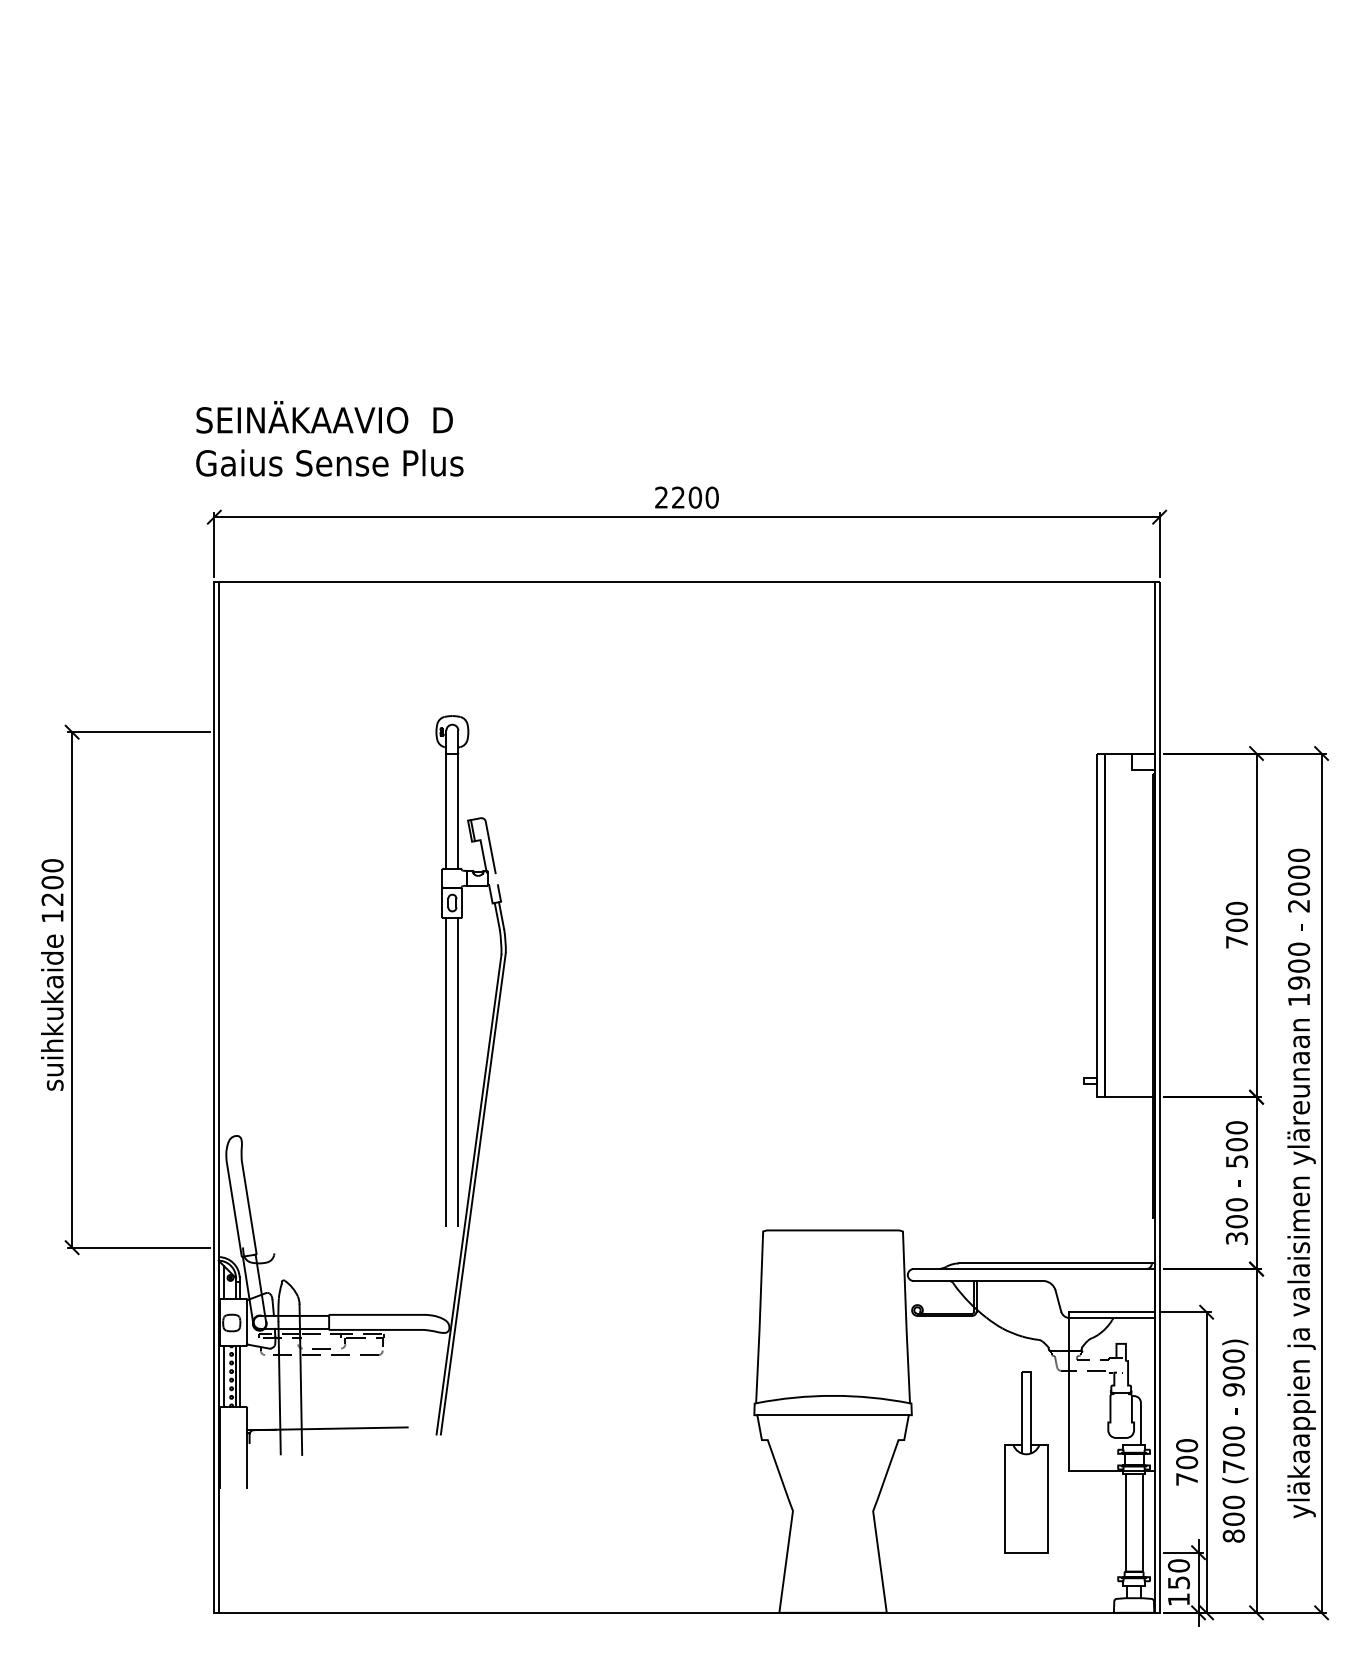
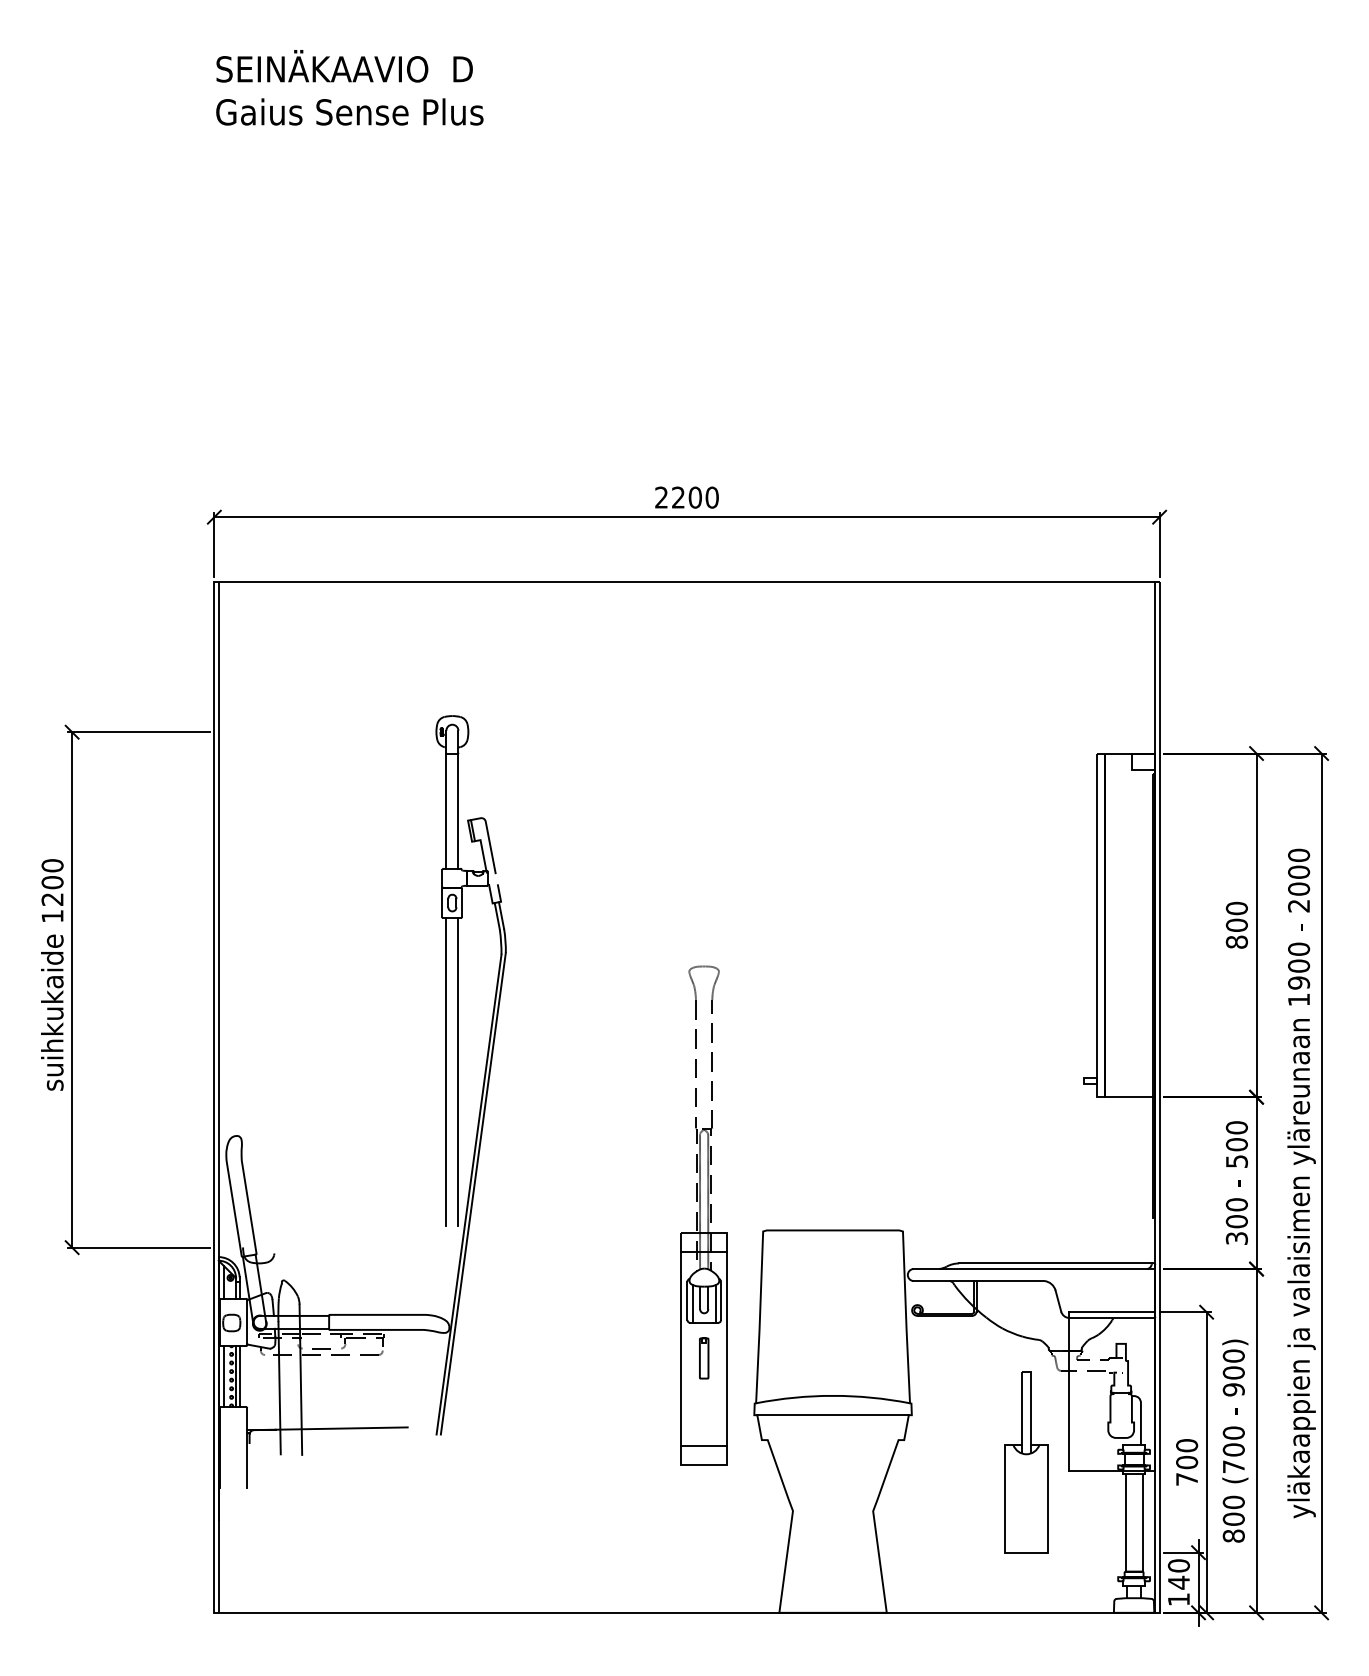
text at (329, 438) position: (329, 438) -> (349, 87)
text at (1236, 941): 700 -> 800
part at (703, 1215): none -> present
text at (1178, 1582): 150 -> 140
